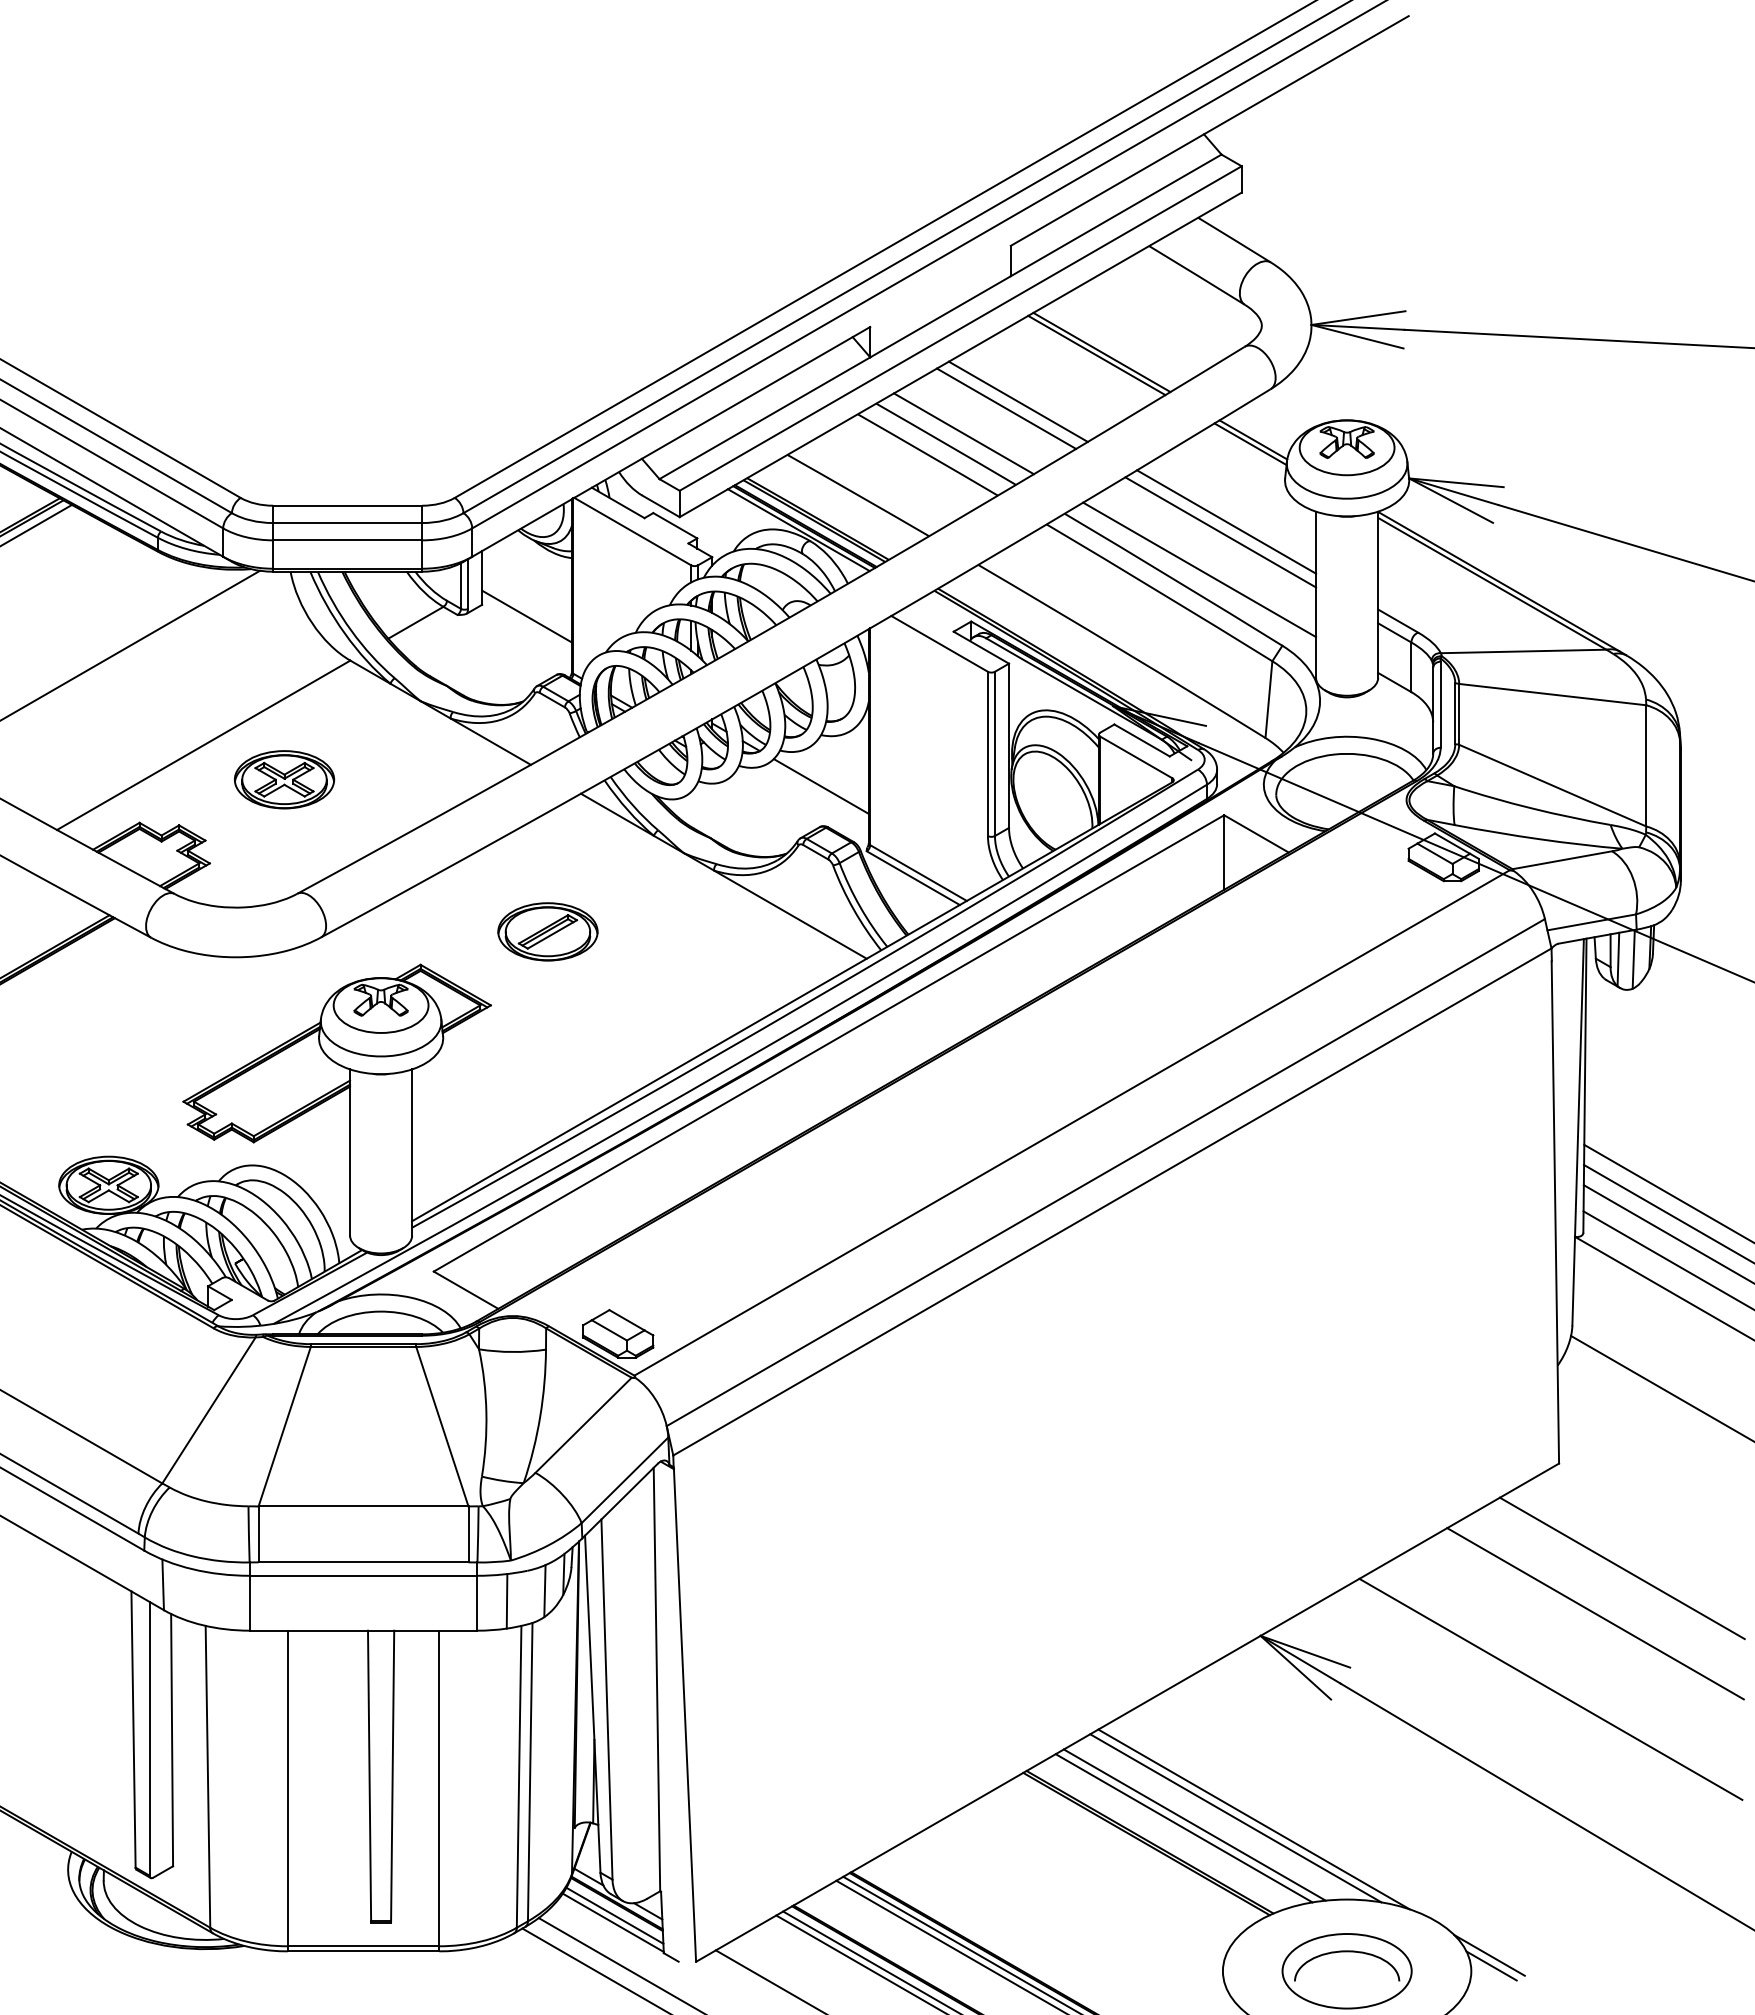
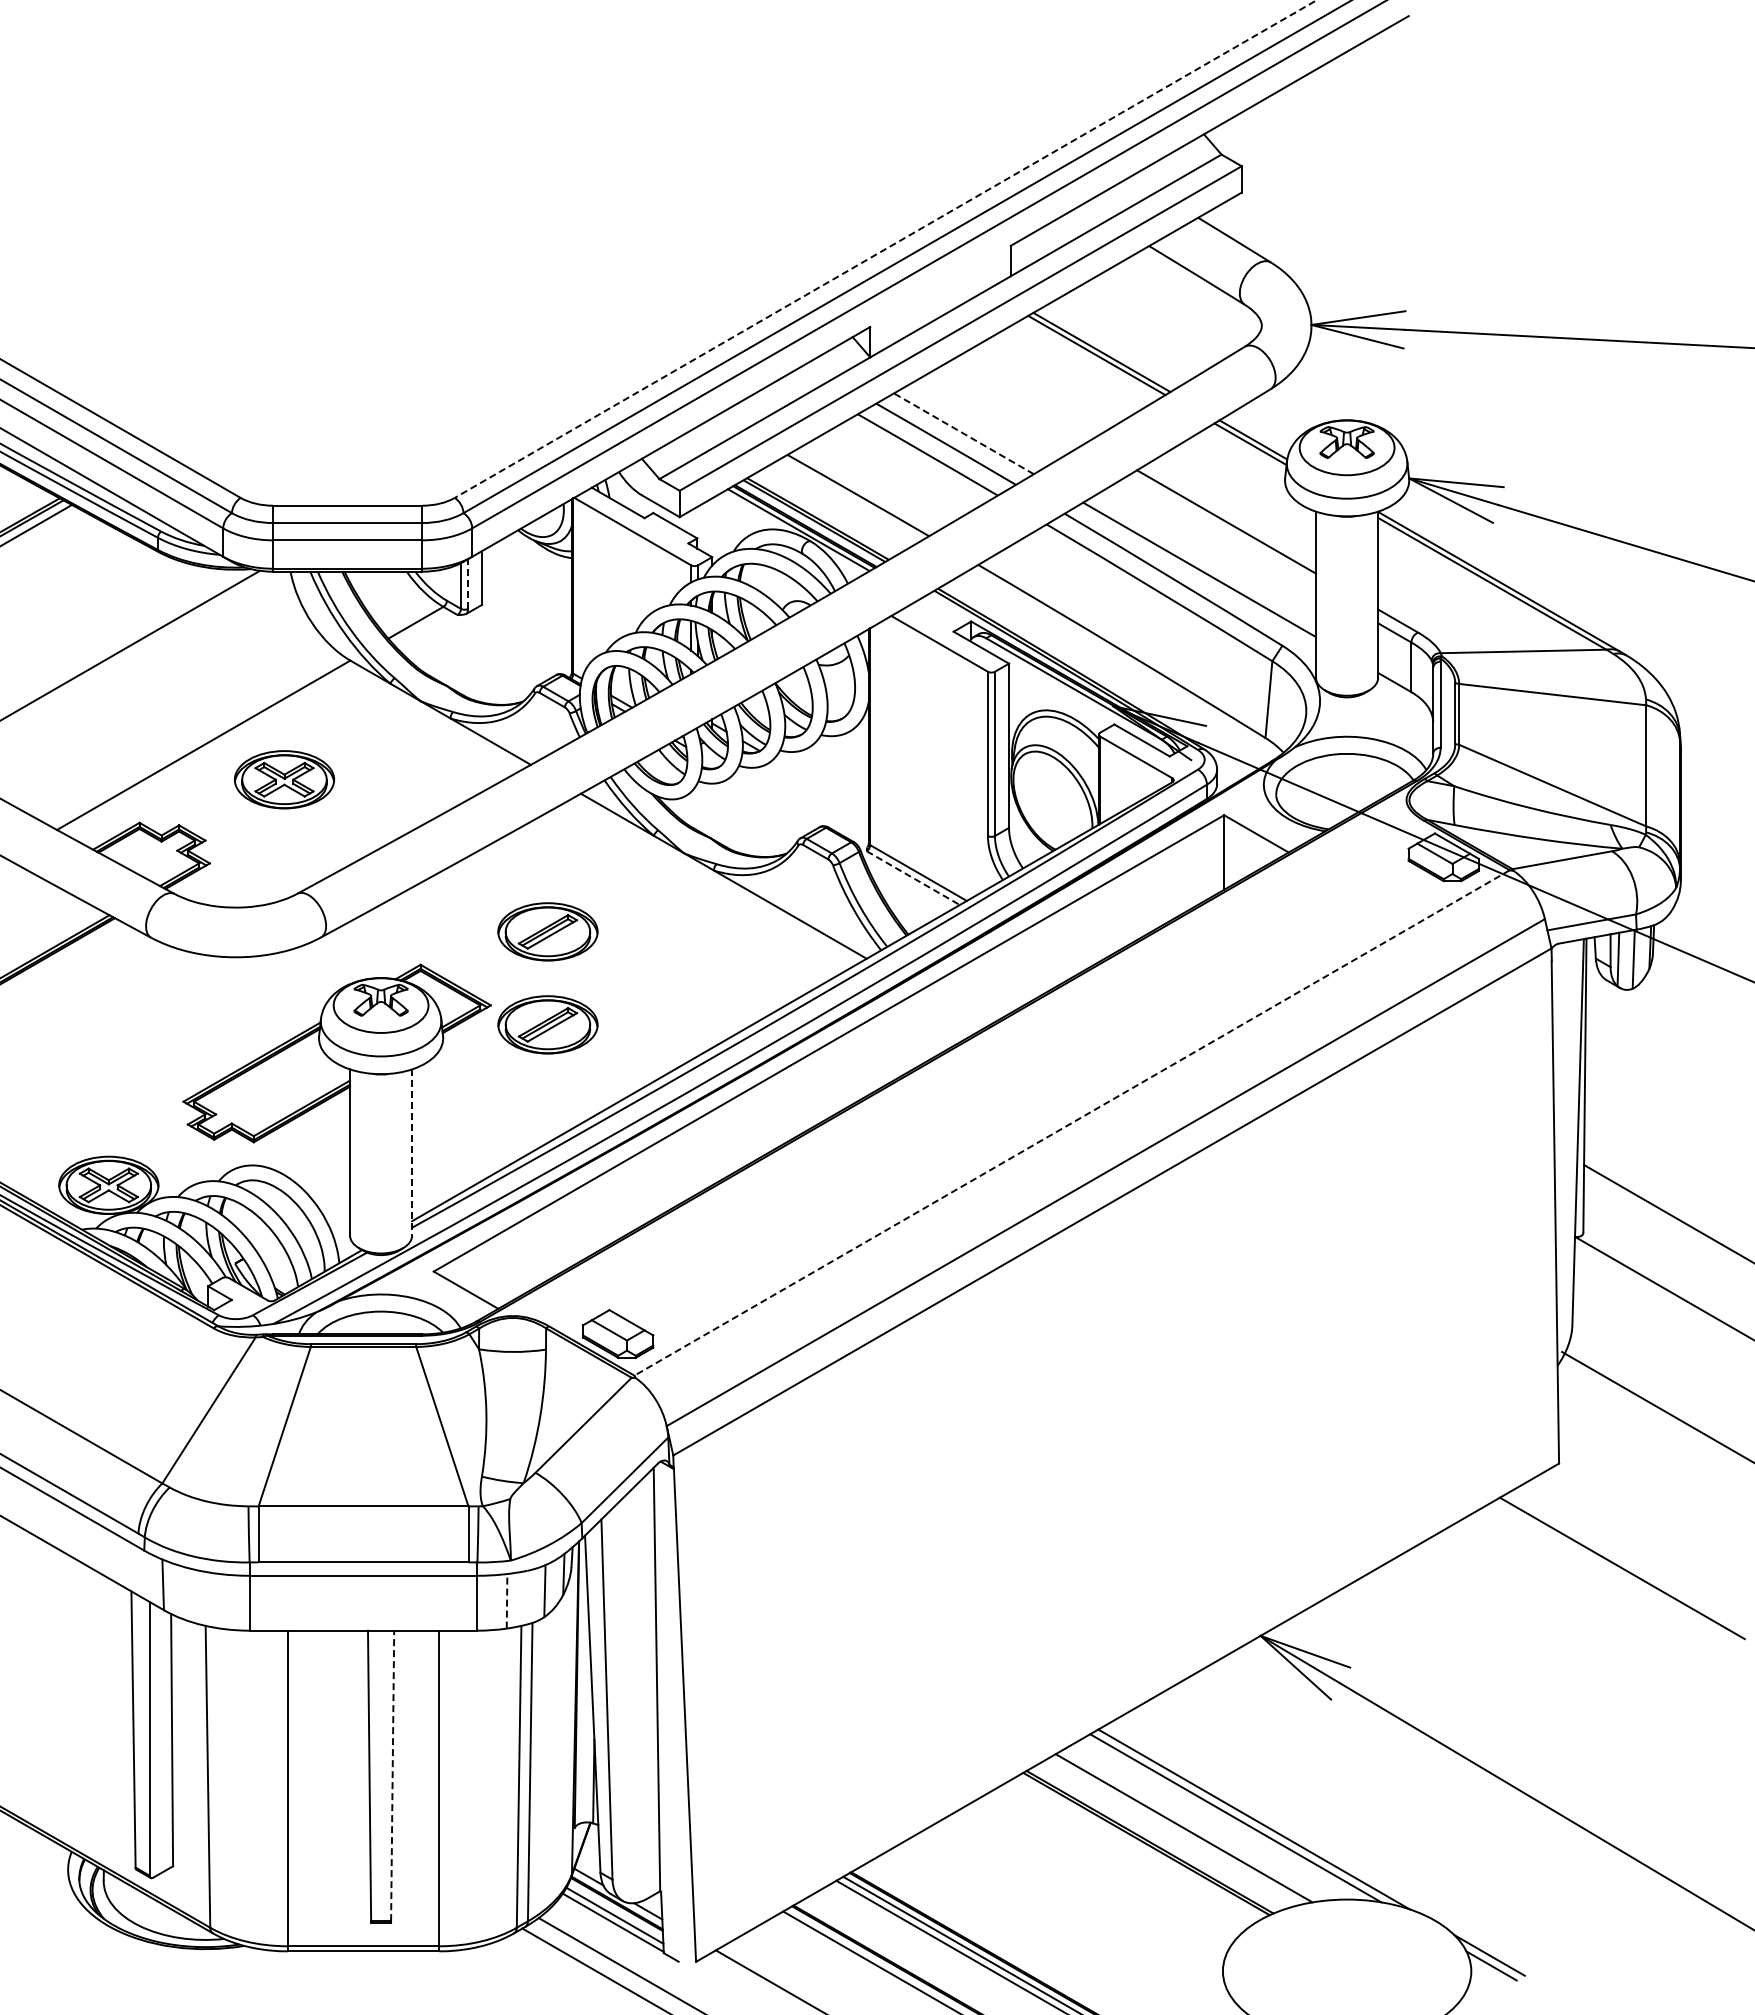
line at (885, 249): solid -> dashed
line at (1017, 401): present -> none
line at (1006, 408): present -> none
line at (963, 433): solid -> dashed
line at (1220, 532): present -> none
line at (468, 584): solid -> dashed
line at (526, 616): present -> none
line at (820, 786): present -> none
line at (913, 878): solid -> dashed
part at (547, 1024): none -> present
line at (1071, 1123): solid -> dashed
line at (412, 1152): solid -> dashed
line at (1667, 1192): present -> none
line at (1667, 1233): present -> none
line at (1667, 1259): present -> none
line at (1661, 1387) position: (1661, 1387) -> (1656, 1406)
line at (507, 1600): solid -> dashed
line at (1595, 1613): present -> none
line at (1550, 1688): present -> none
line at (392, 1775): solid -> dashed
line at (1194, 1824): present -> none
line at (859, 1963): present -> none
part at (1346, 1971): present -> none
